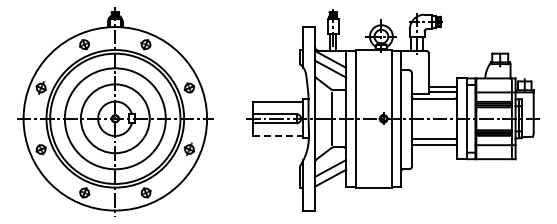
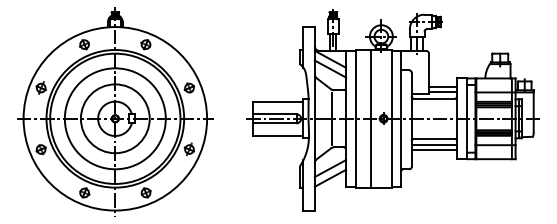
line at (370, 118): none -> present
line at (278, 136): dashed -> solid
line at (434, 150): none -> present
